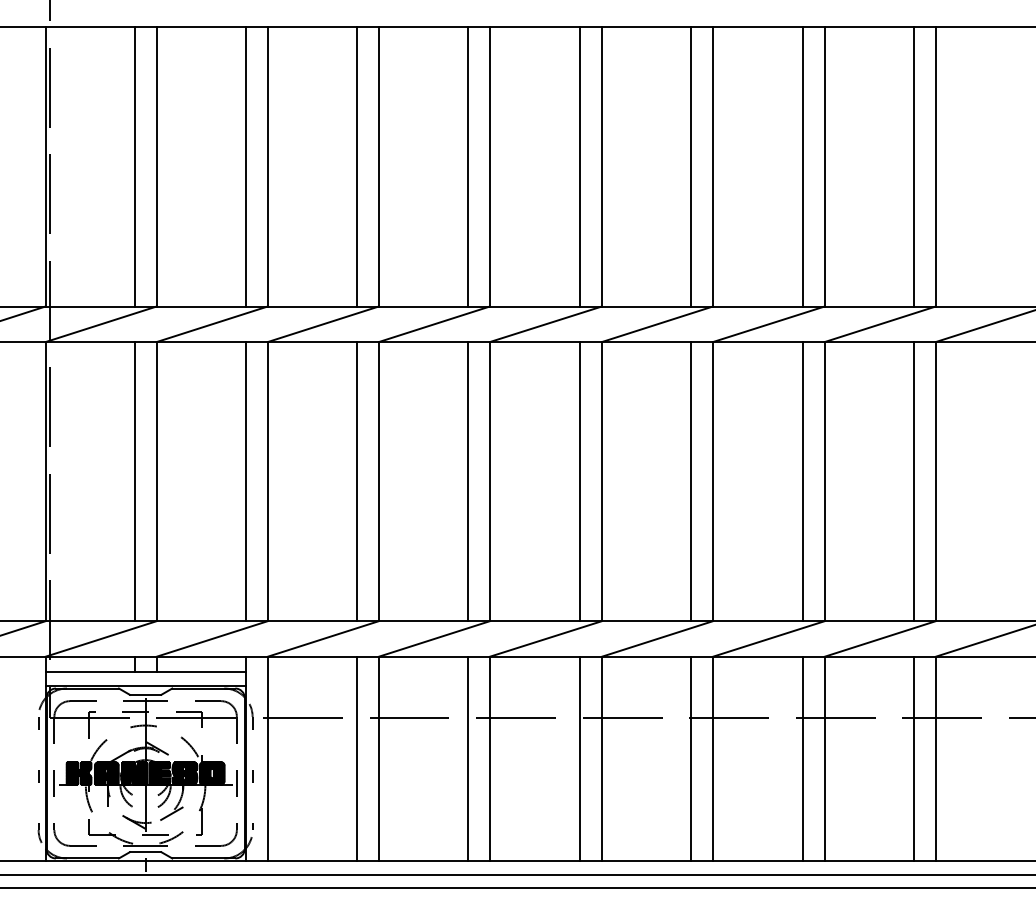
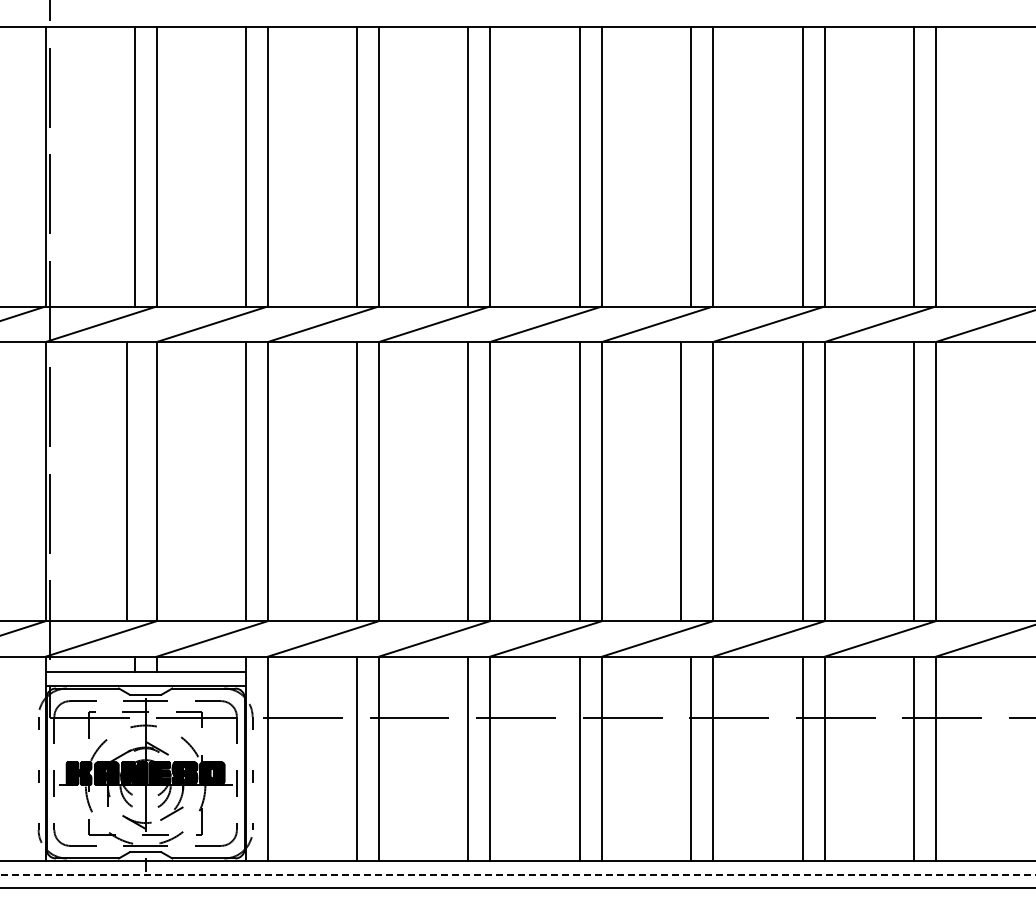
line at (134, 481) position: (134, 481) -> (126, 481)
line at (690, 481) position: (690, 481) -> (680, 481)
line at (517, 874): solid -> dashed
